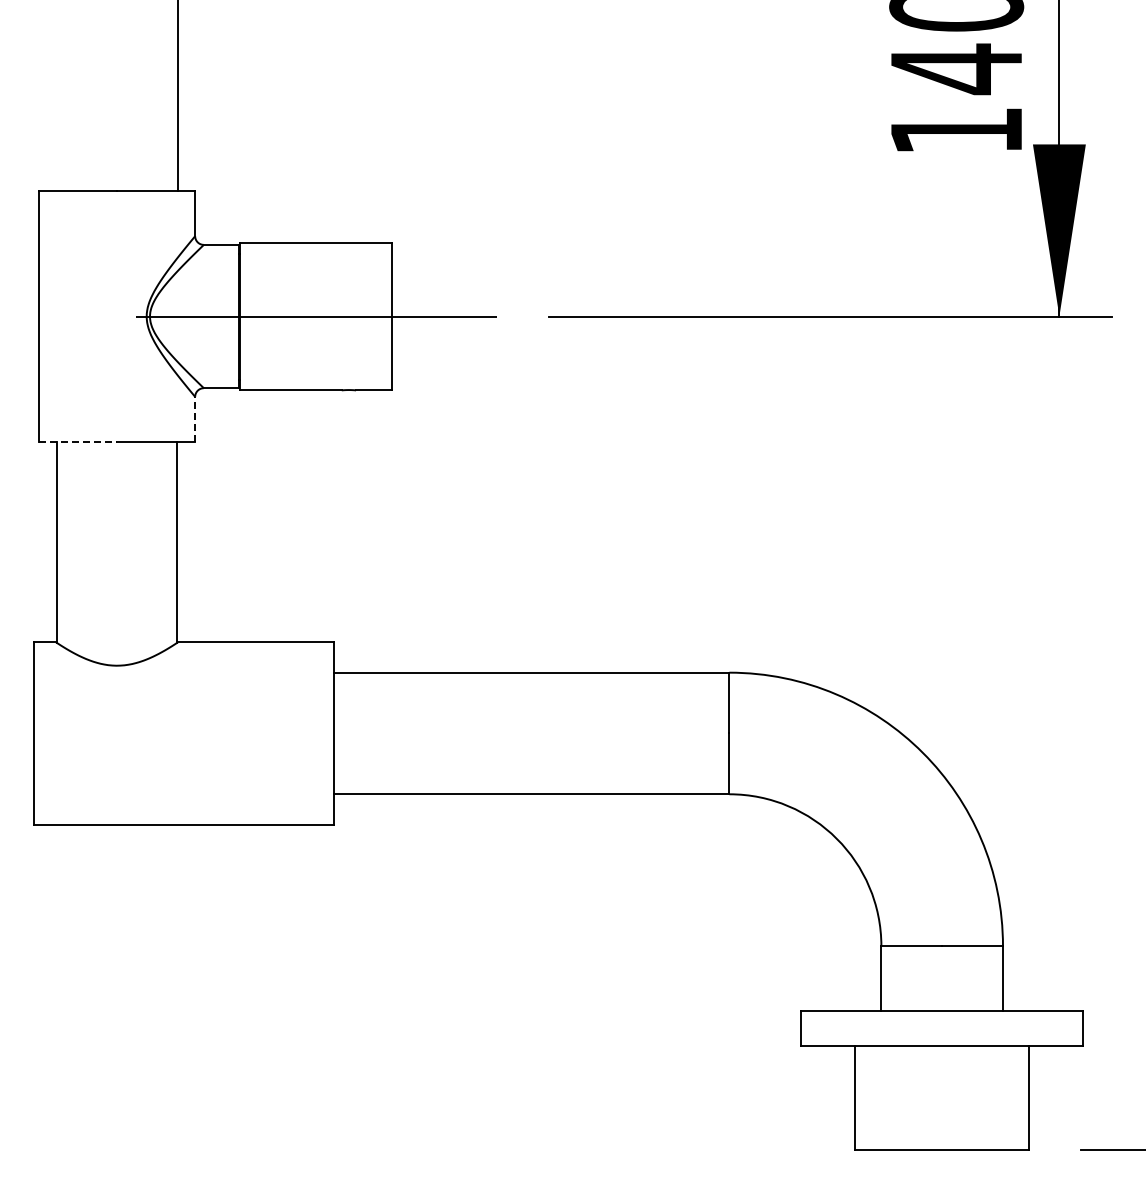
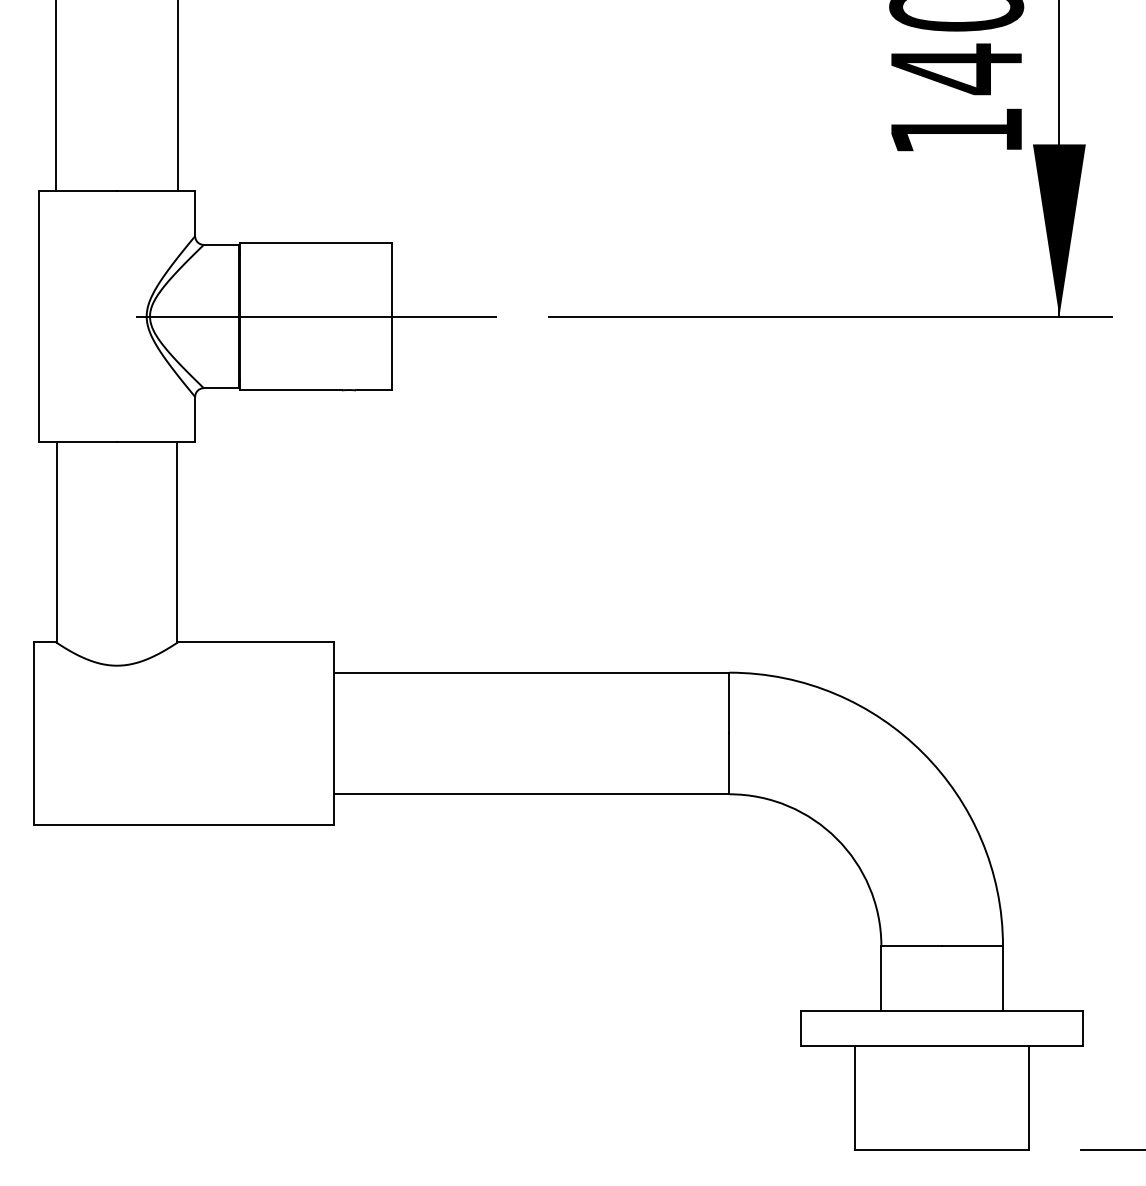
line at (56, 96): none -> present
line at (195, 419): dashed -> solid
line at (78, 442): dashed -> solid
